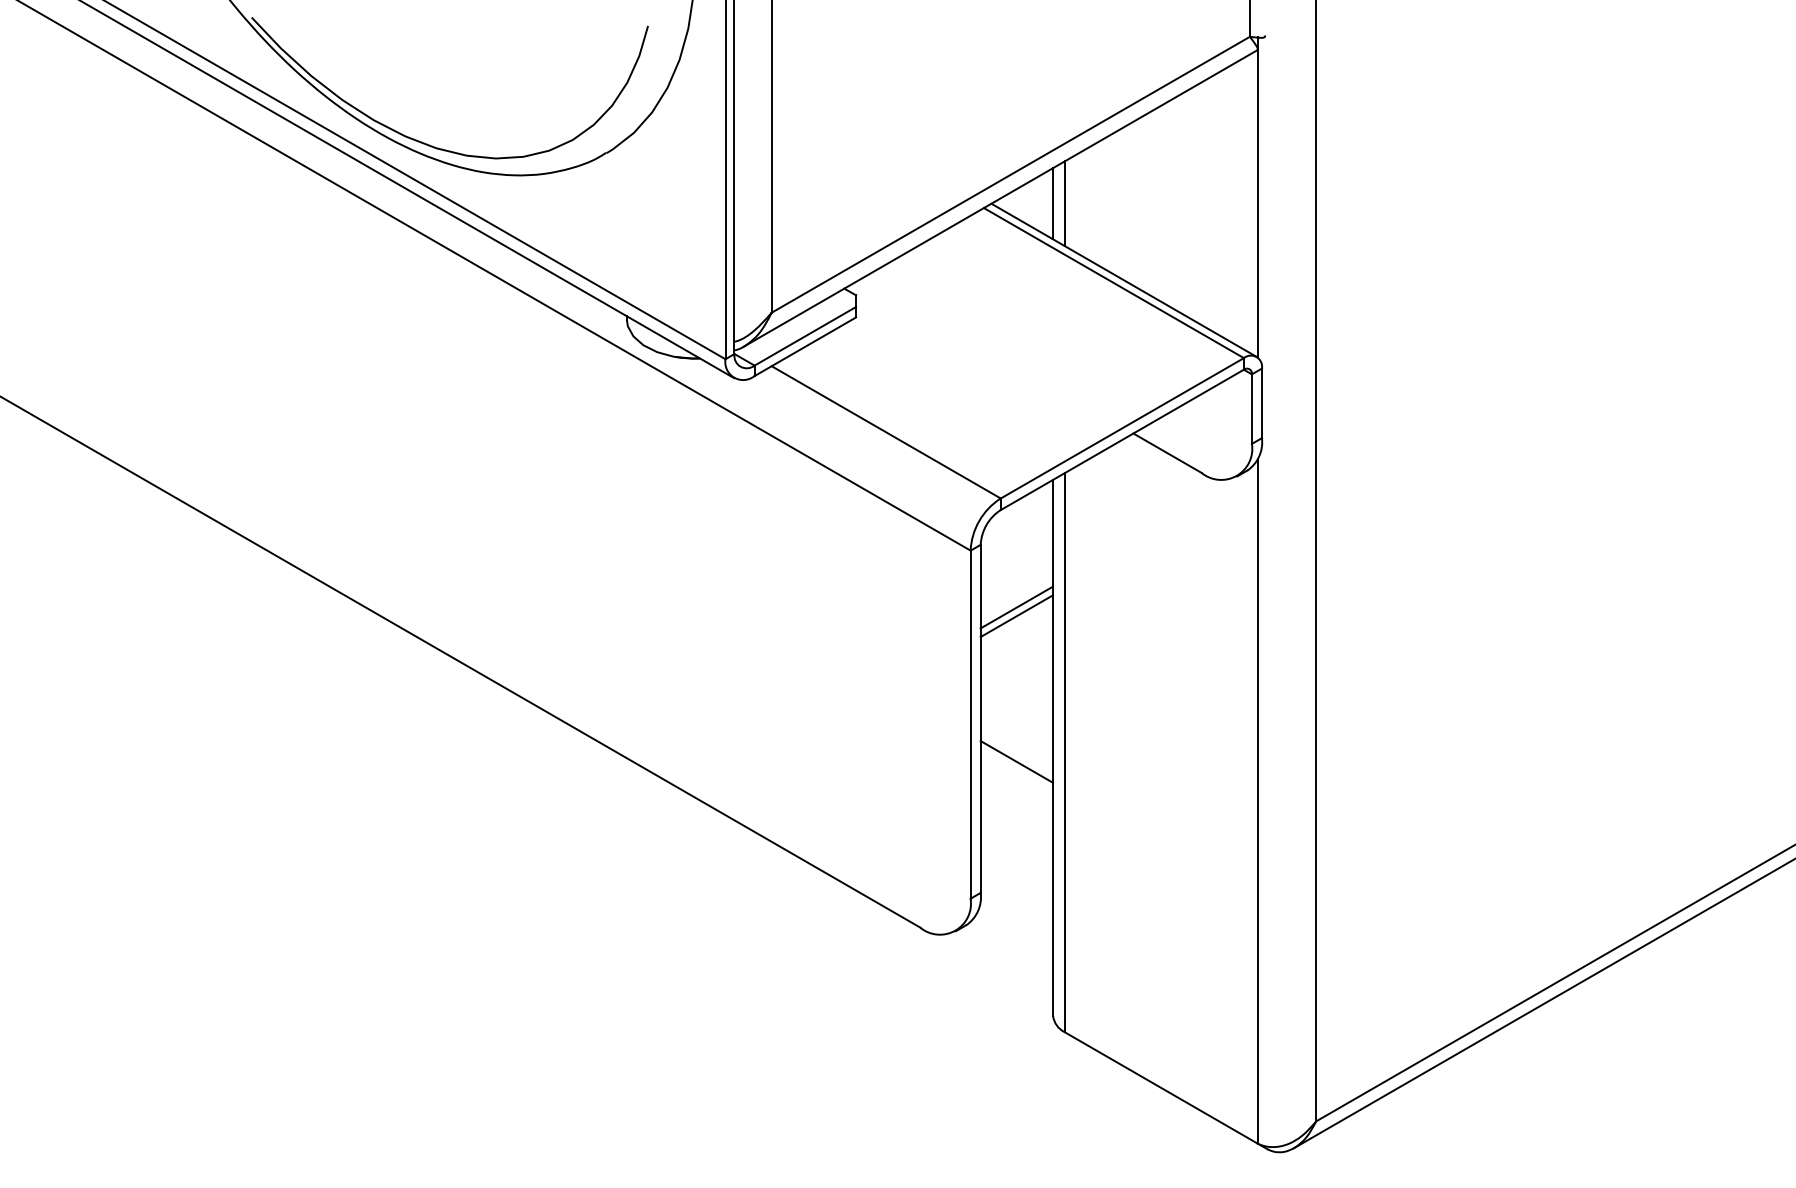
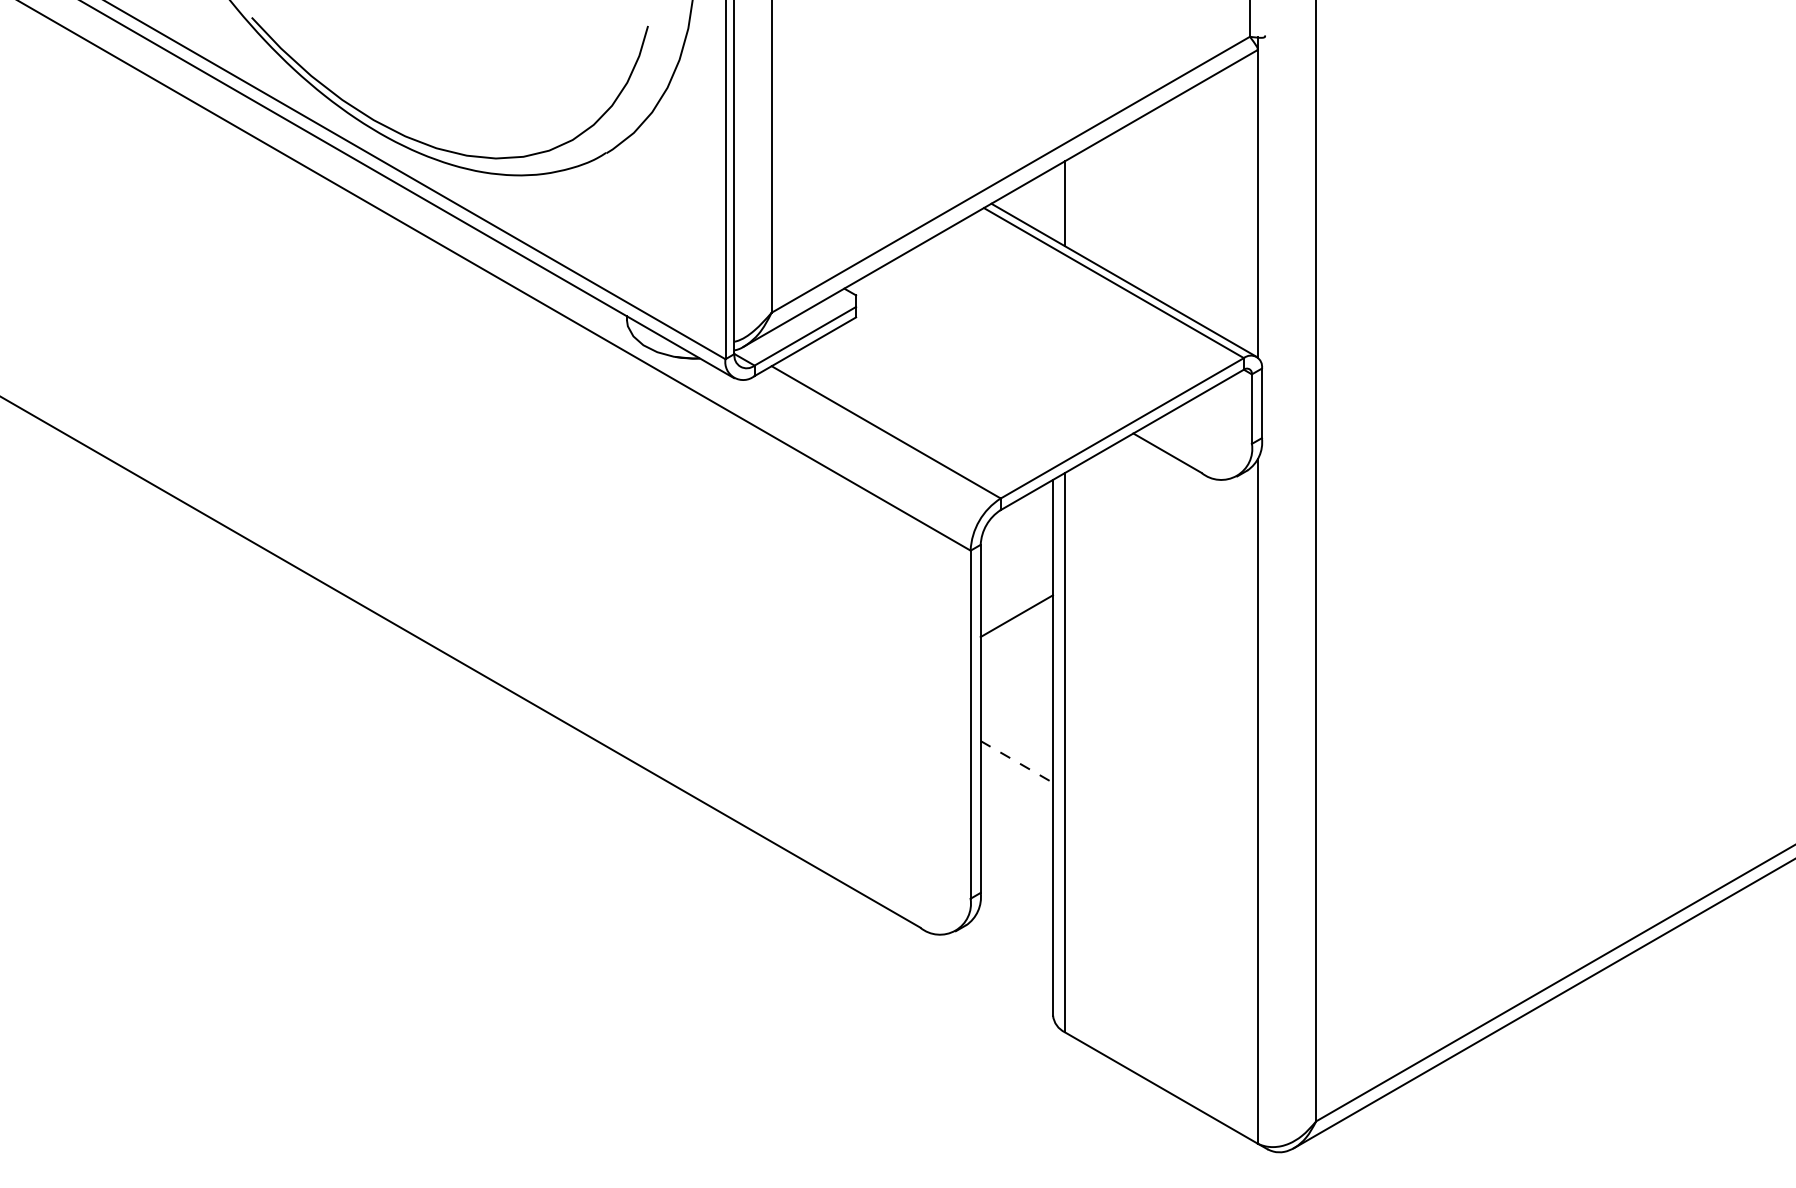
line at (1052, 203): present -> none
line at (1016, 607): present -> none
line at (1016, 761): solid -> dashed
